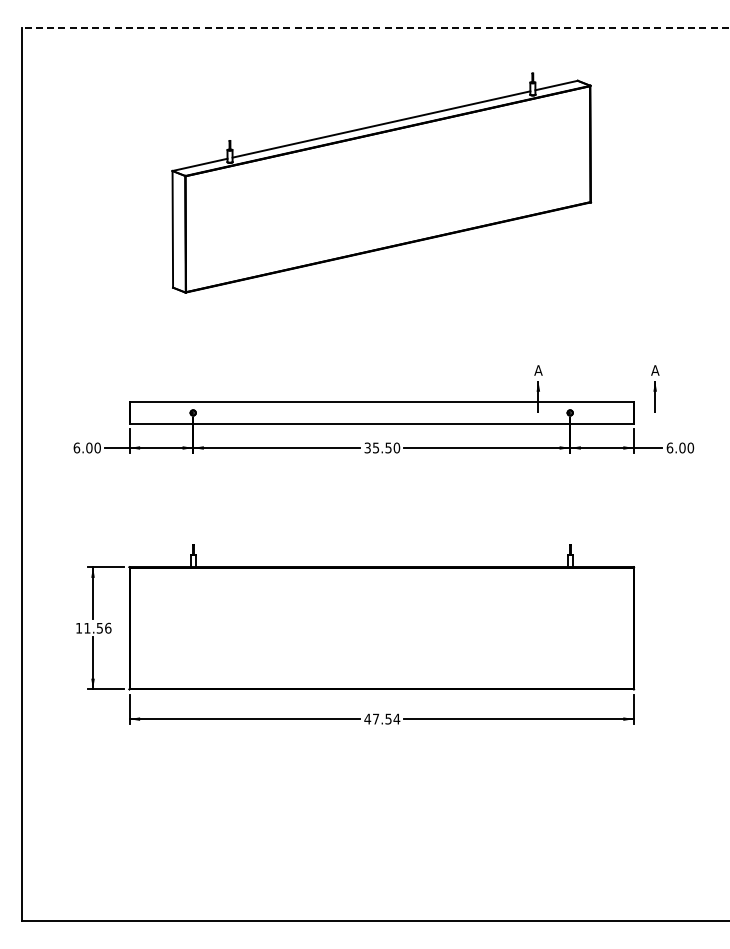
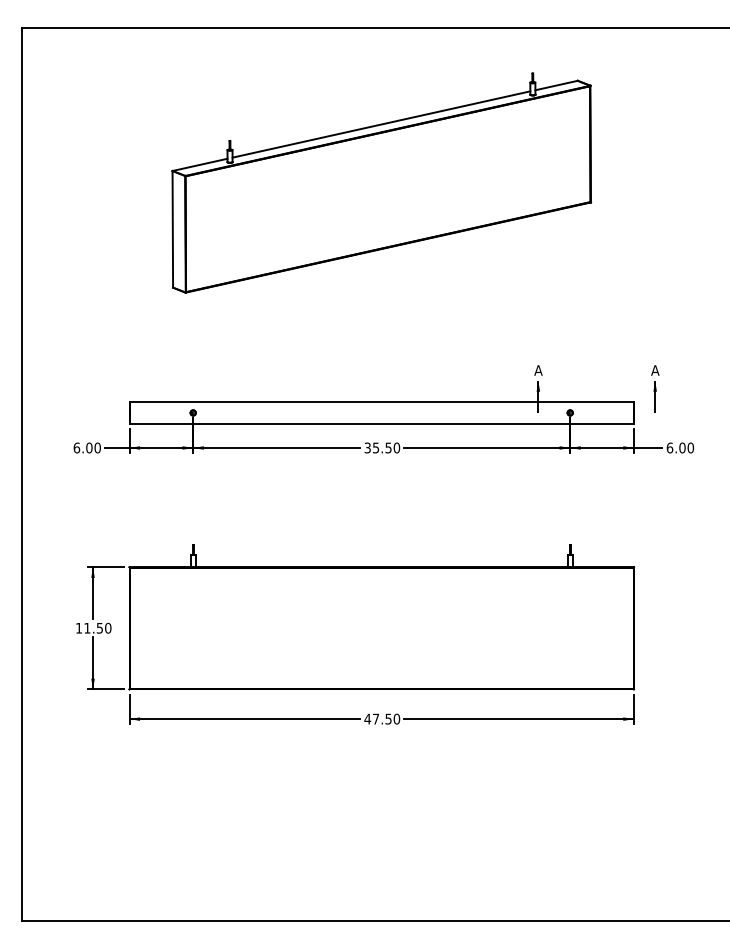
line at (375, 28): dashed -> solid
text at (108, 627): 11.56 -> 11.50
text at (396, 718): 47.54 -> 47.50
